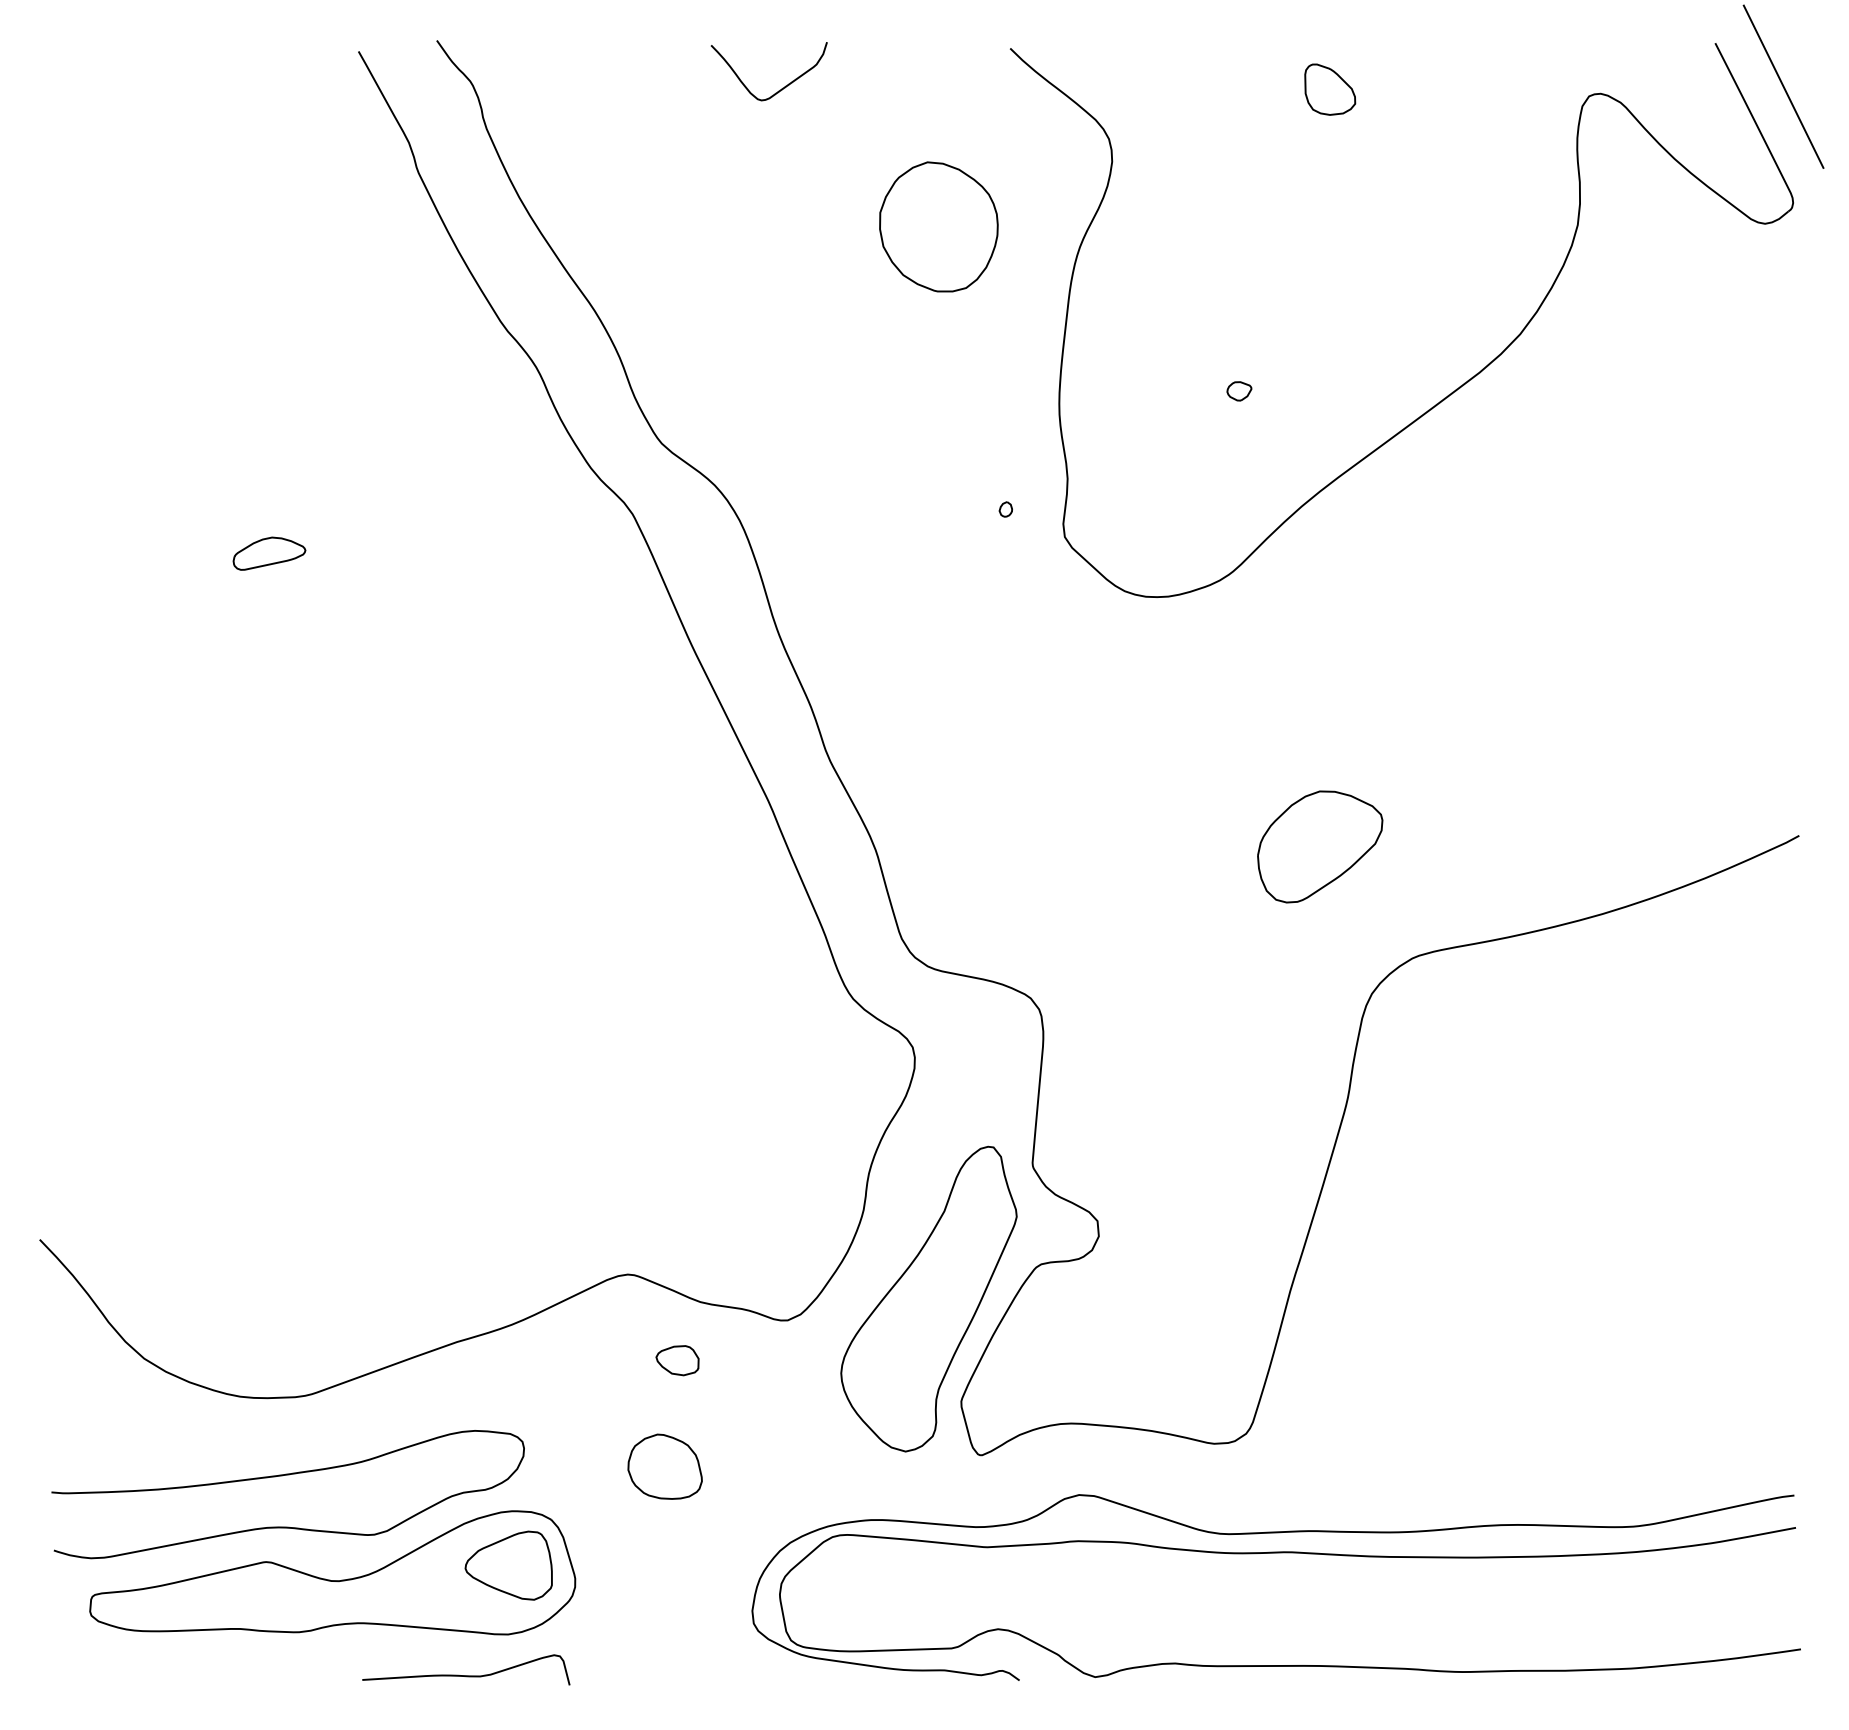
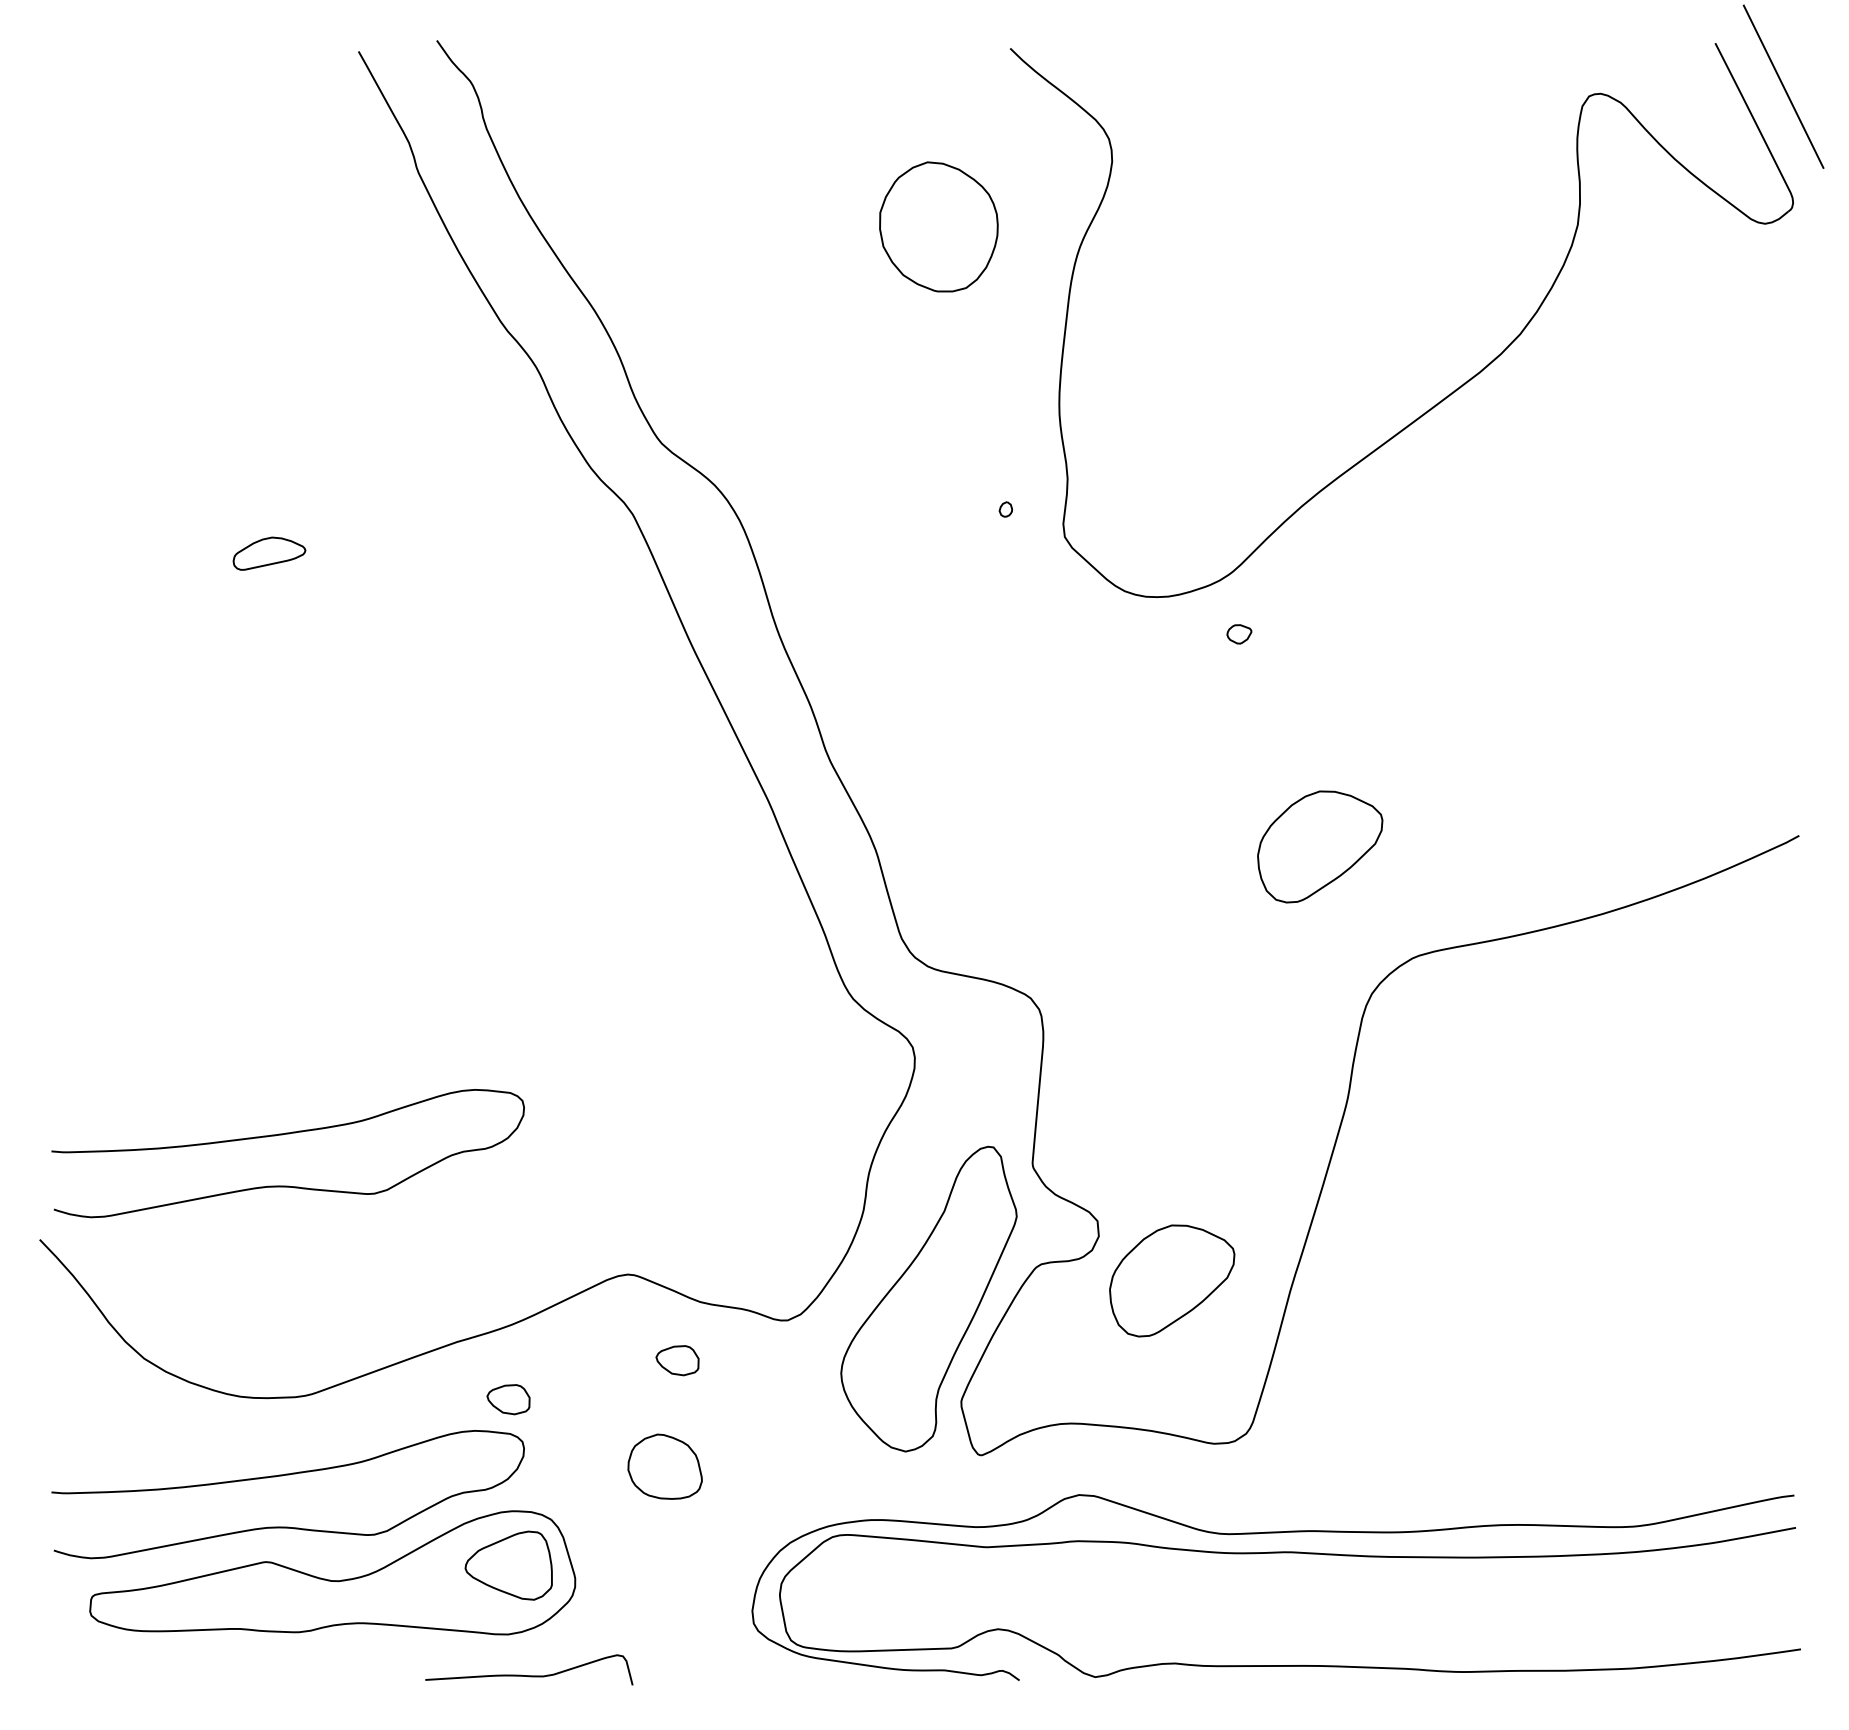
curve at (781, 88): present -> none
part at (1330, 89): present -> none
part at (1239, 391) position: (1239, 391) -> (1239, 634)
curve at (282, 1135): none -> present
part at (1172, 1280): none -> present
part at (508, 1399): none -> present
curve at (466, 1675) position: (466, 1675) -> (529, 1675)
